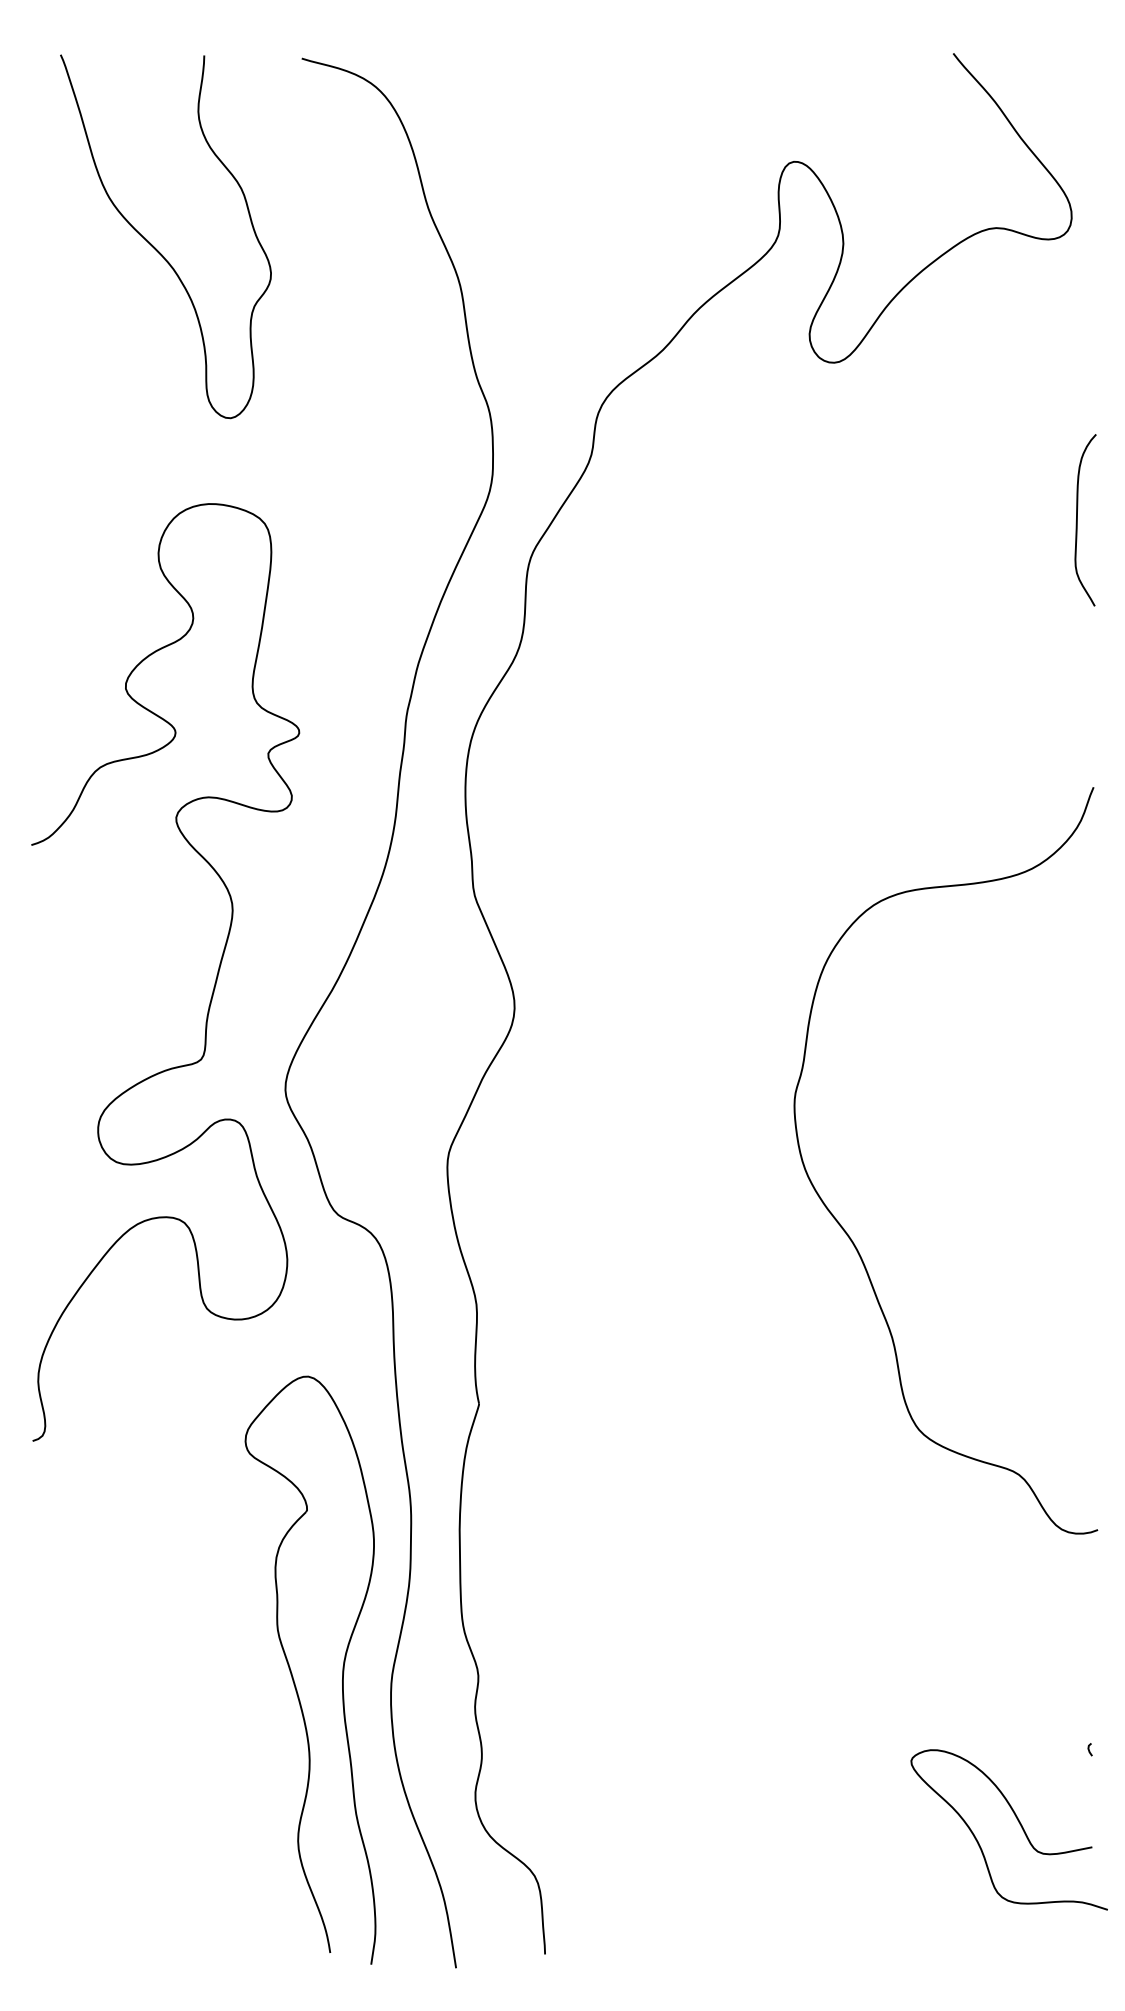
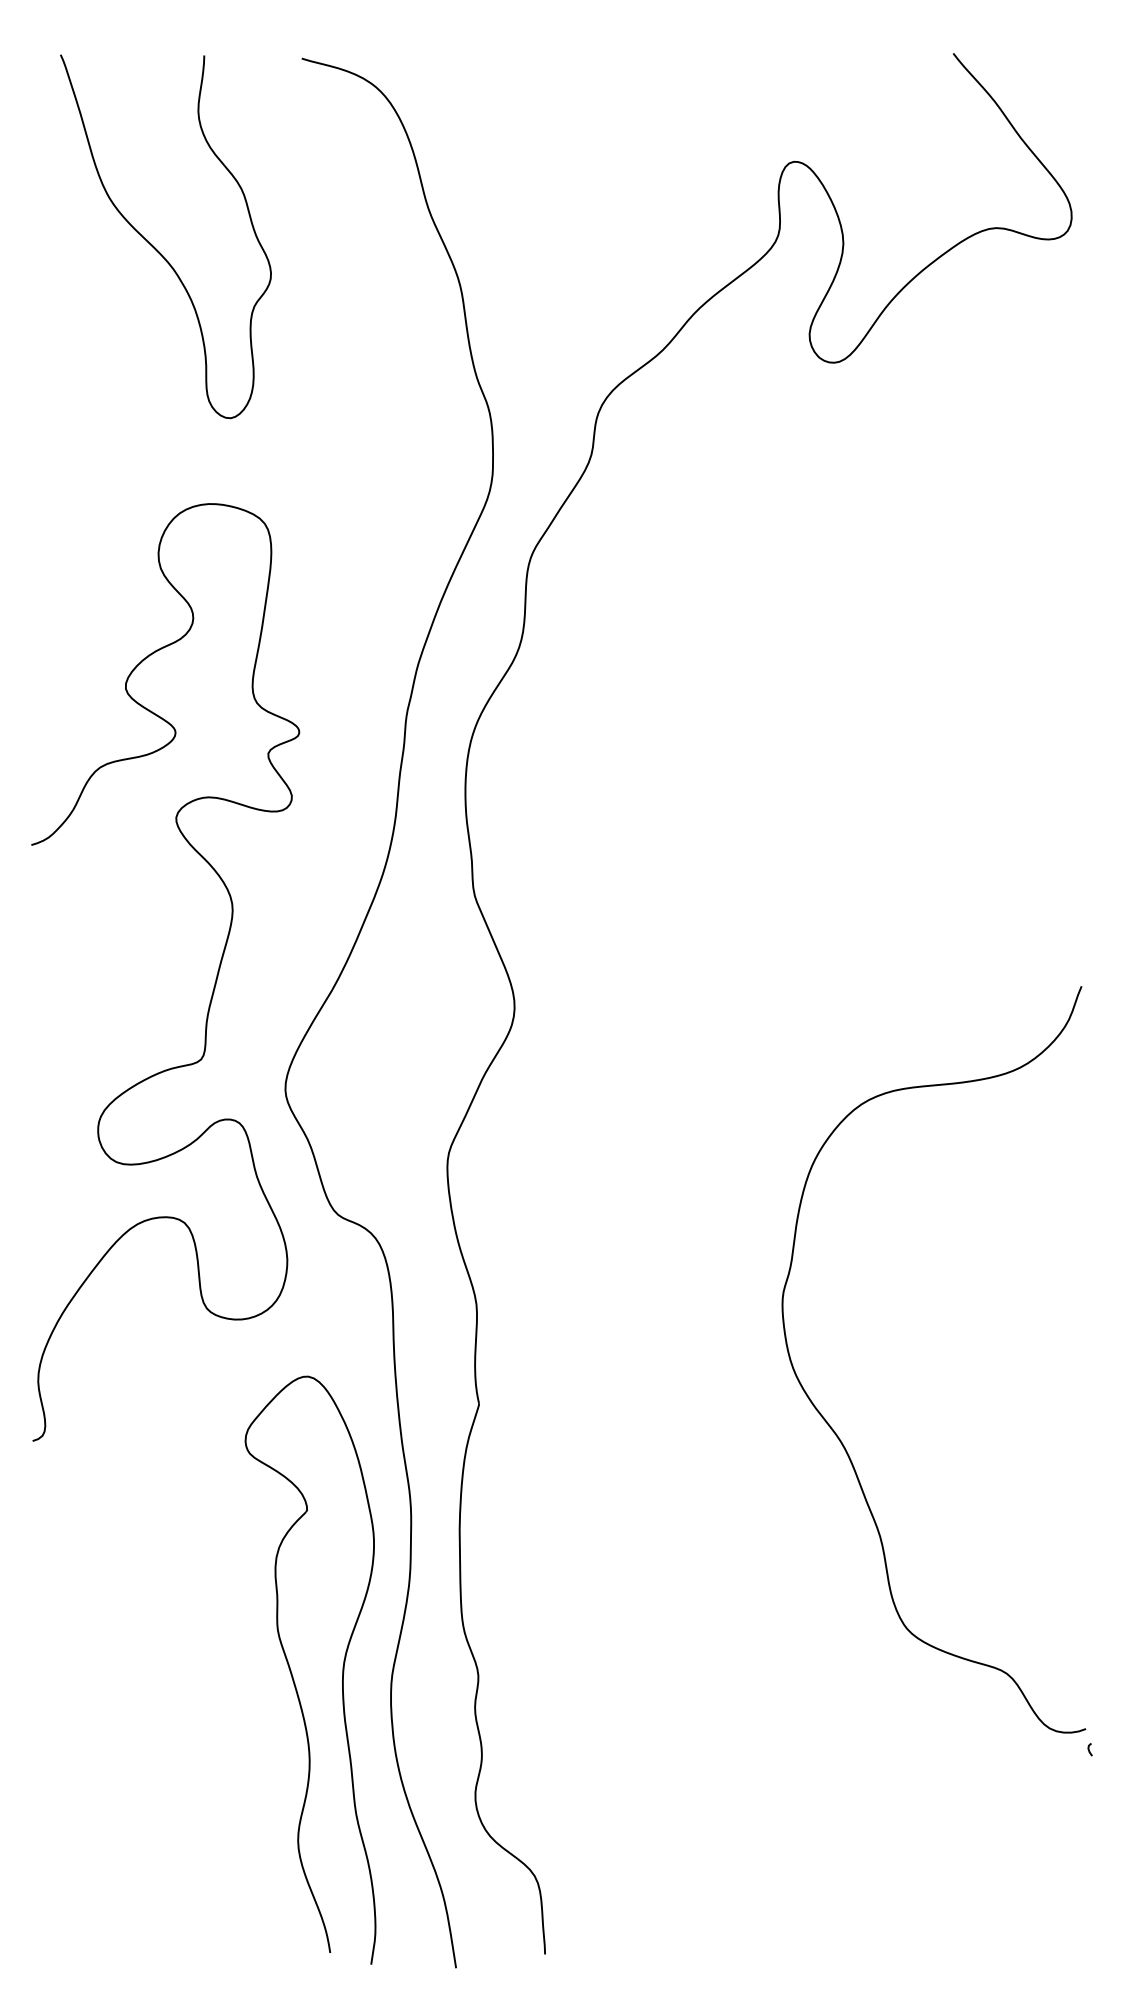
curve at (1077, 520): present -> none
curve at (849, 1235) position: (849, 1235) -> (837, 1434)
curve at (1019, 1824): present -> none
